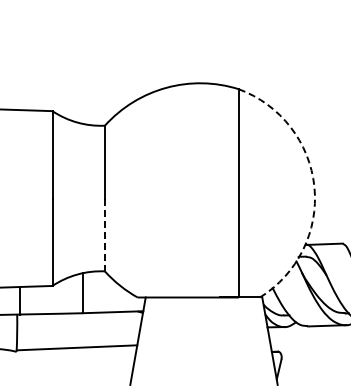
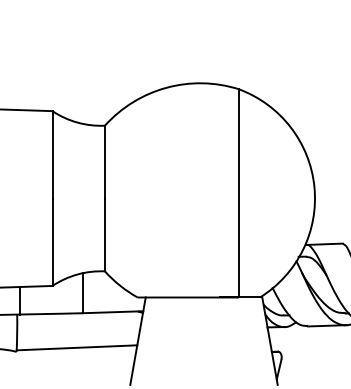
arc at (314, 186): dashed -> solid
line at (104, 235): dashed -> solid
